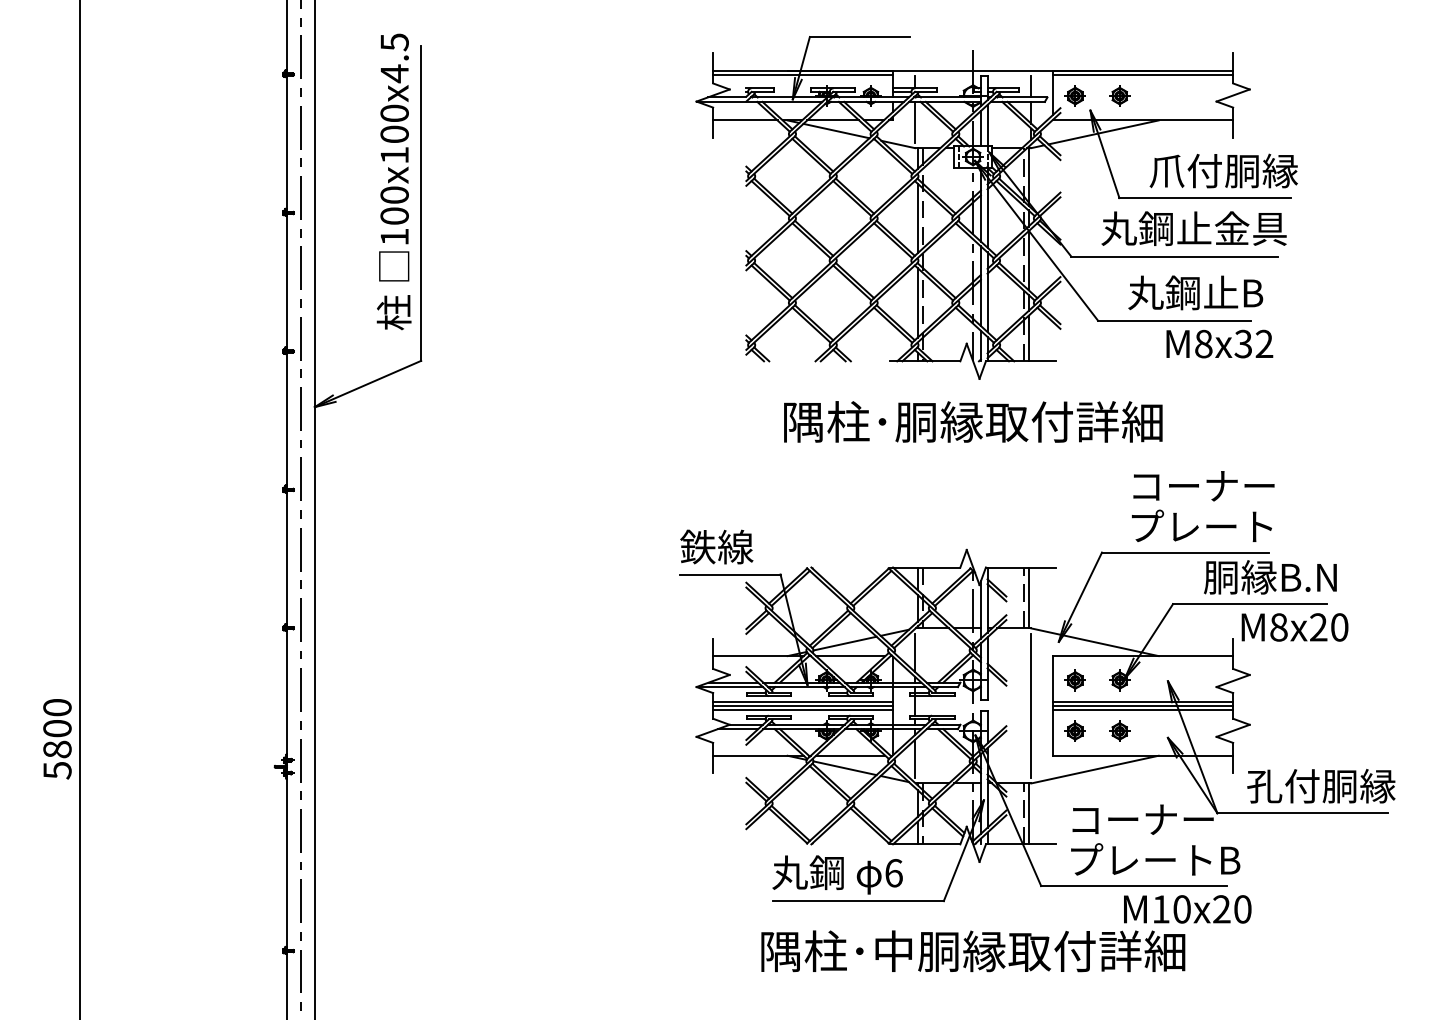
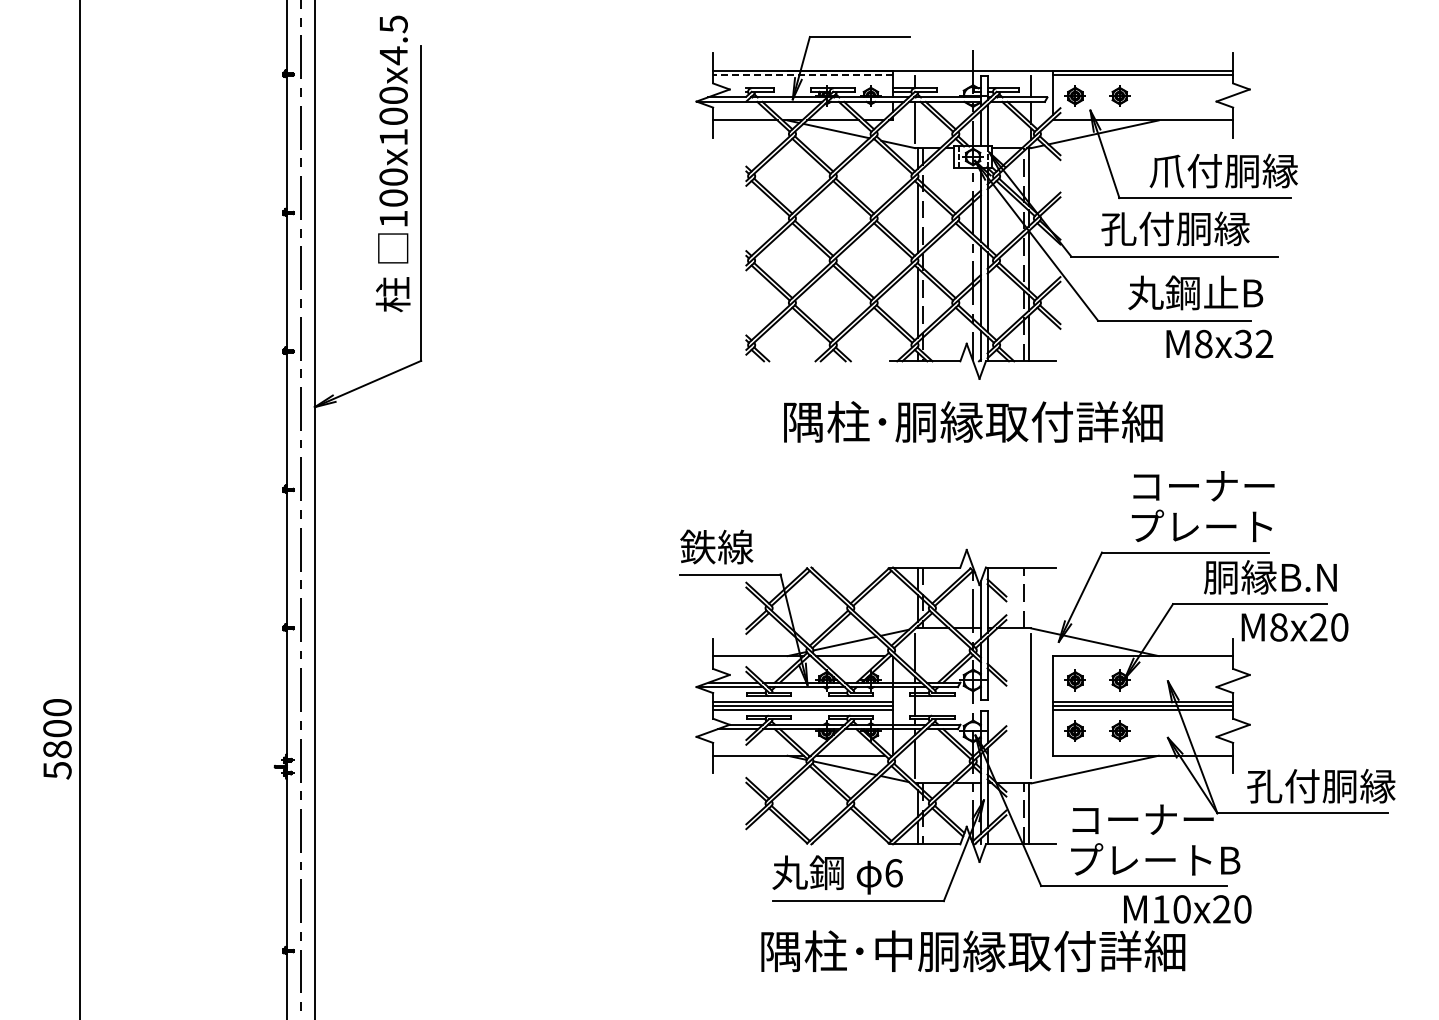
line at (803, 75): solid -> dashed
text at (393, 181) position: (393, 181) -> (392, 163)
text at (1193, 228): 丸鋼止金具 -> 孔付胴縁
line at (1028, 597): present -> none
